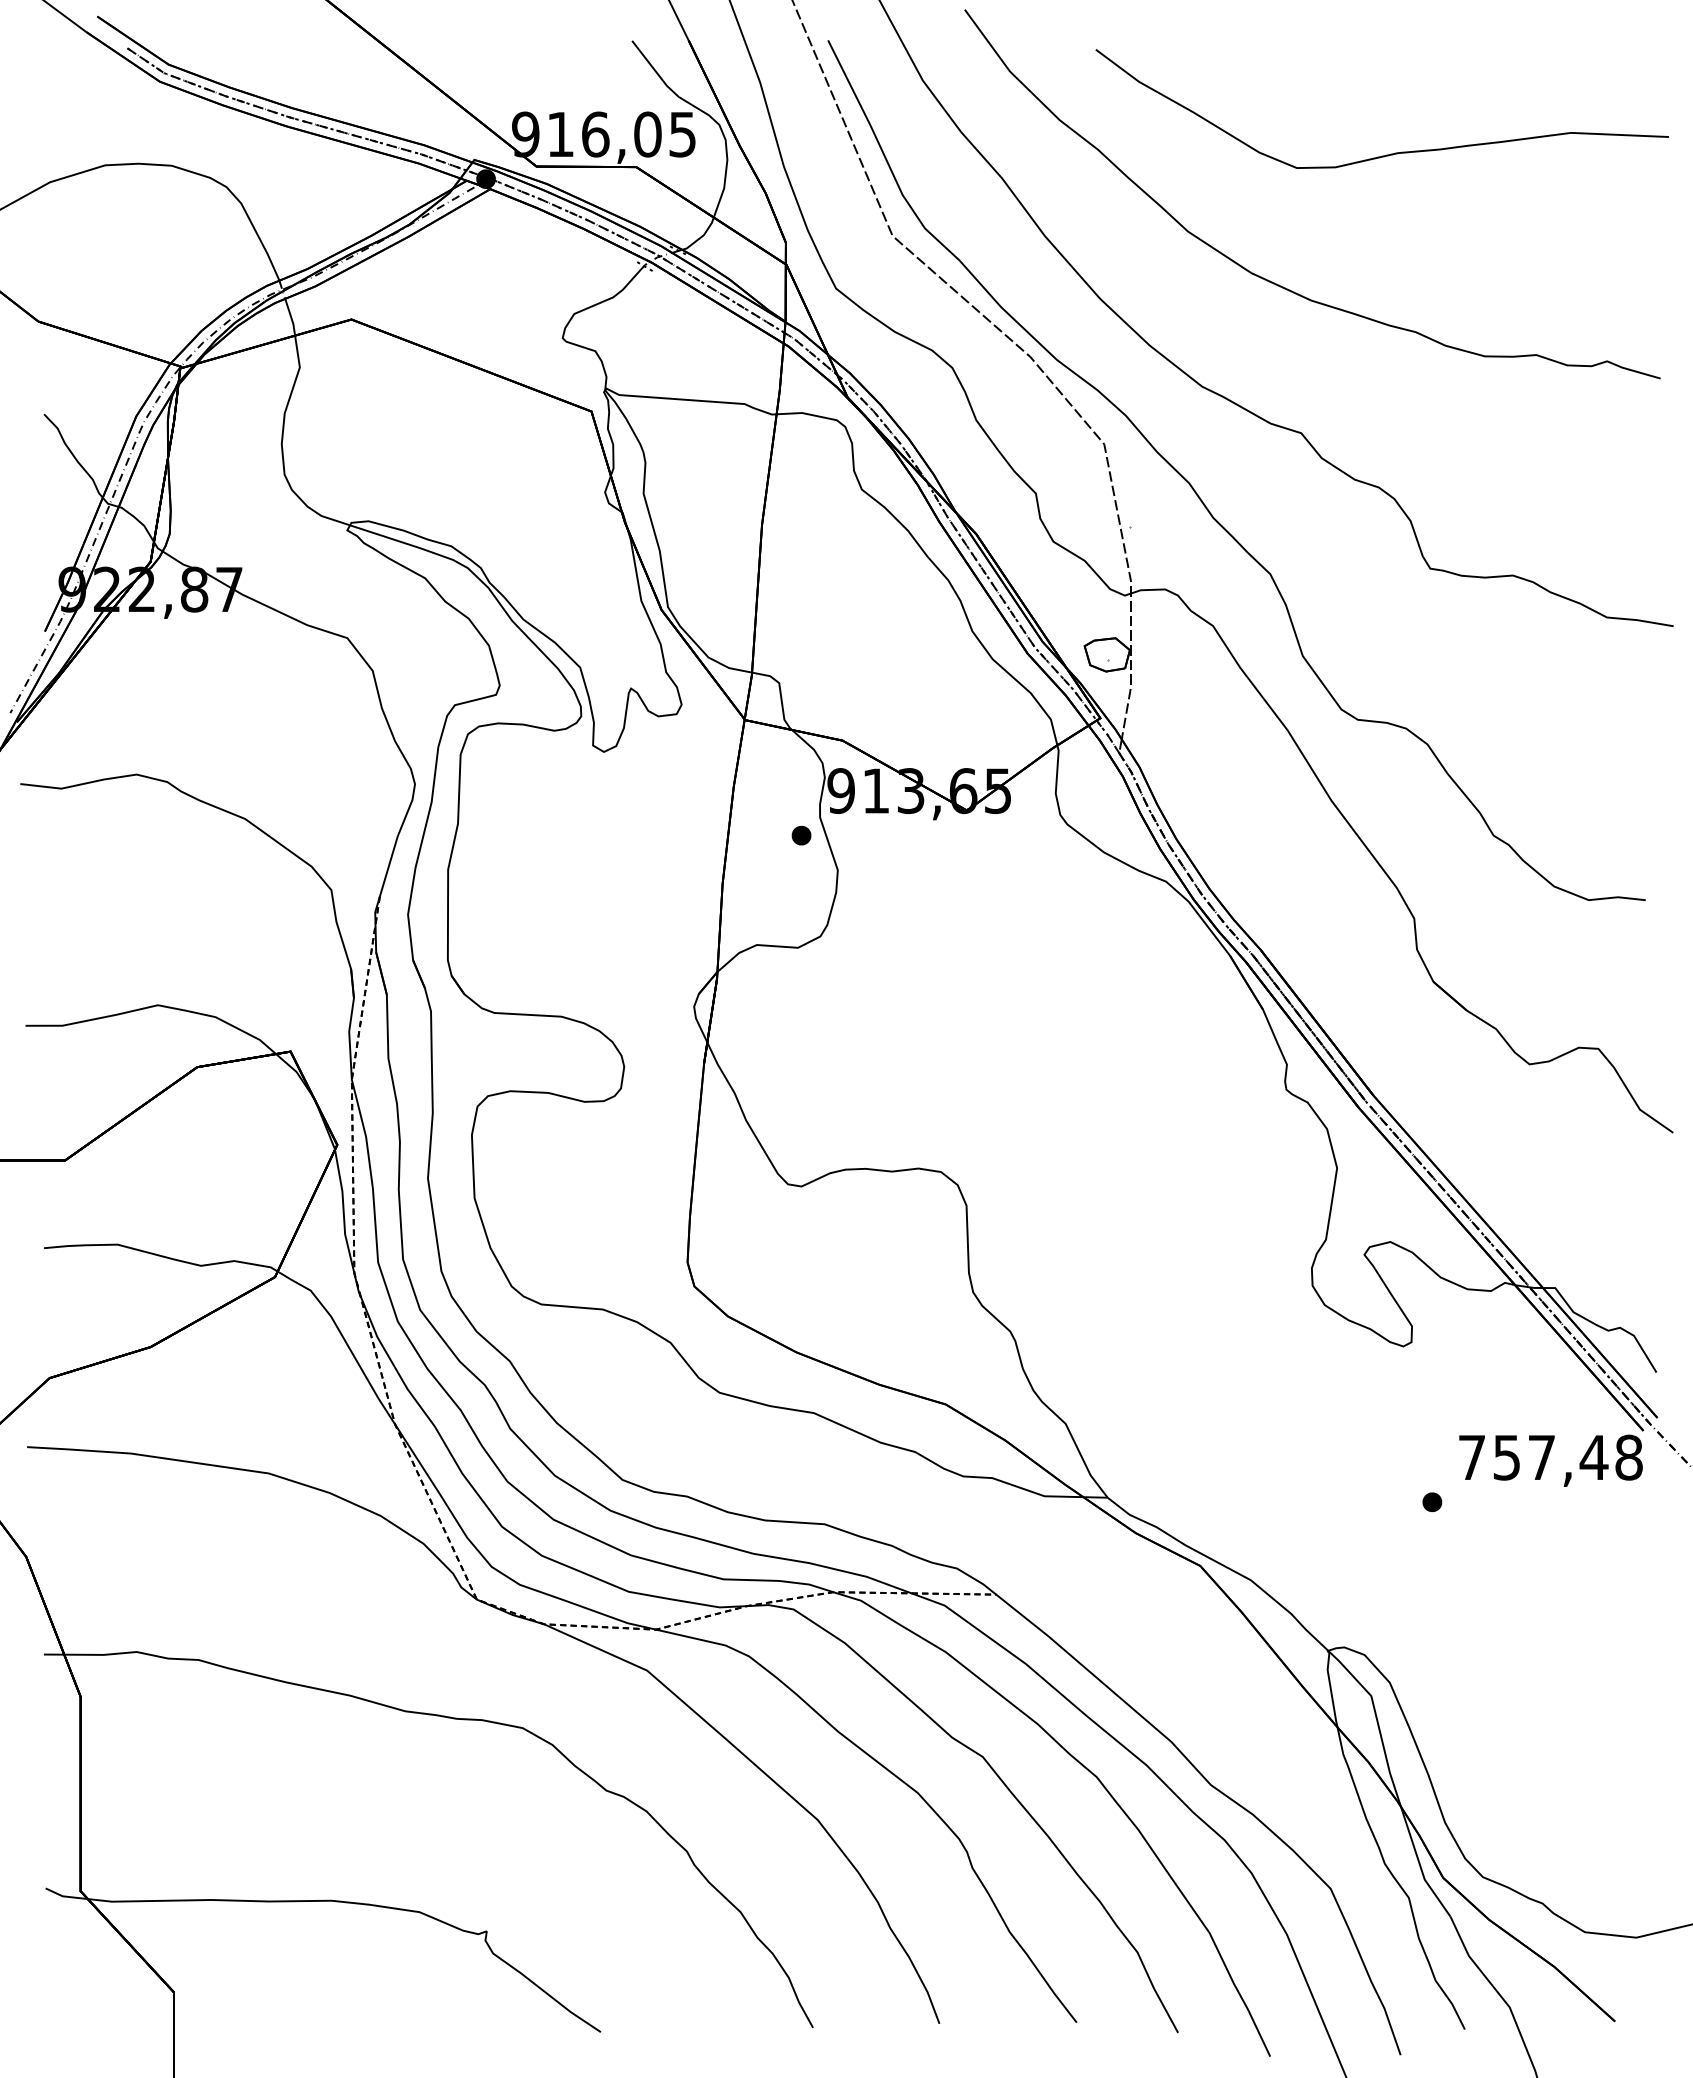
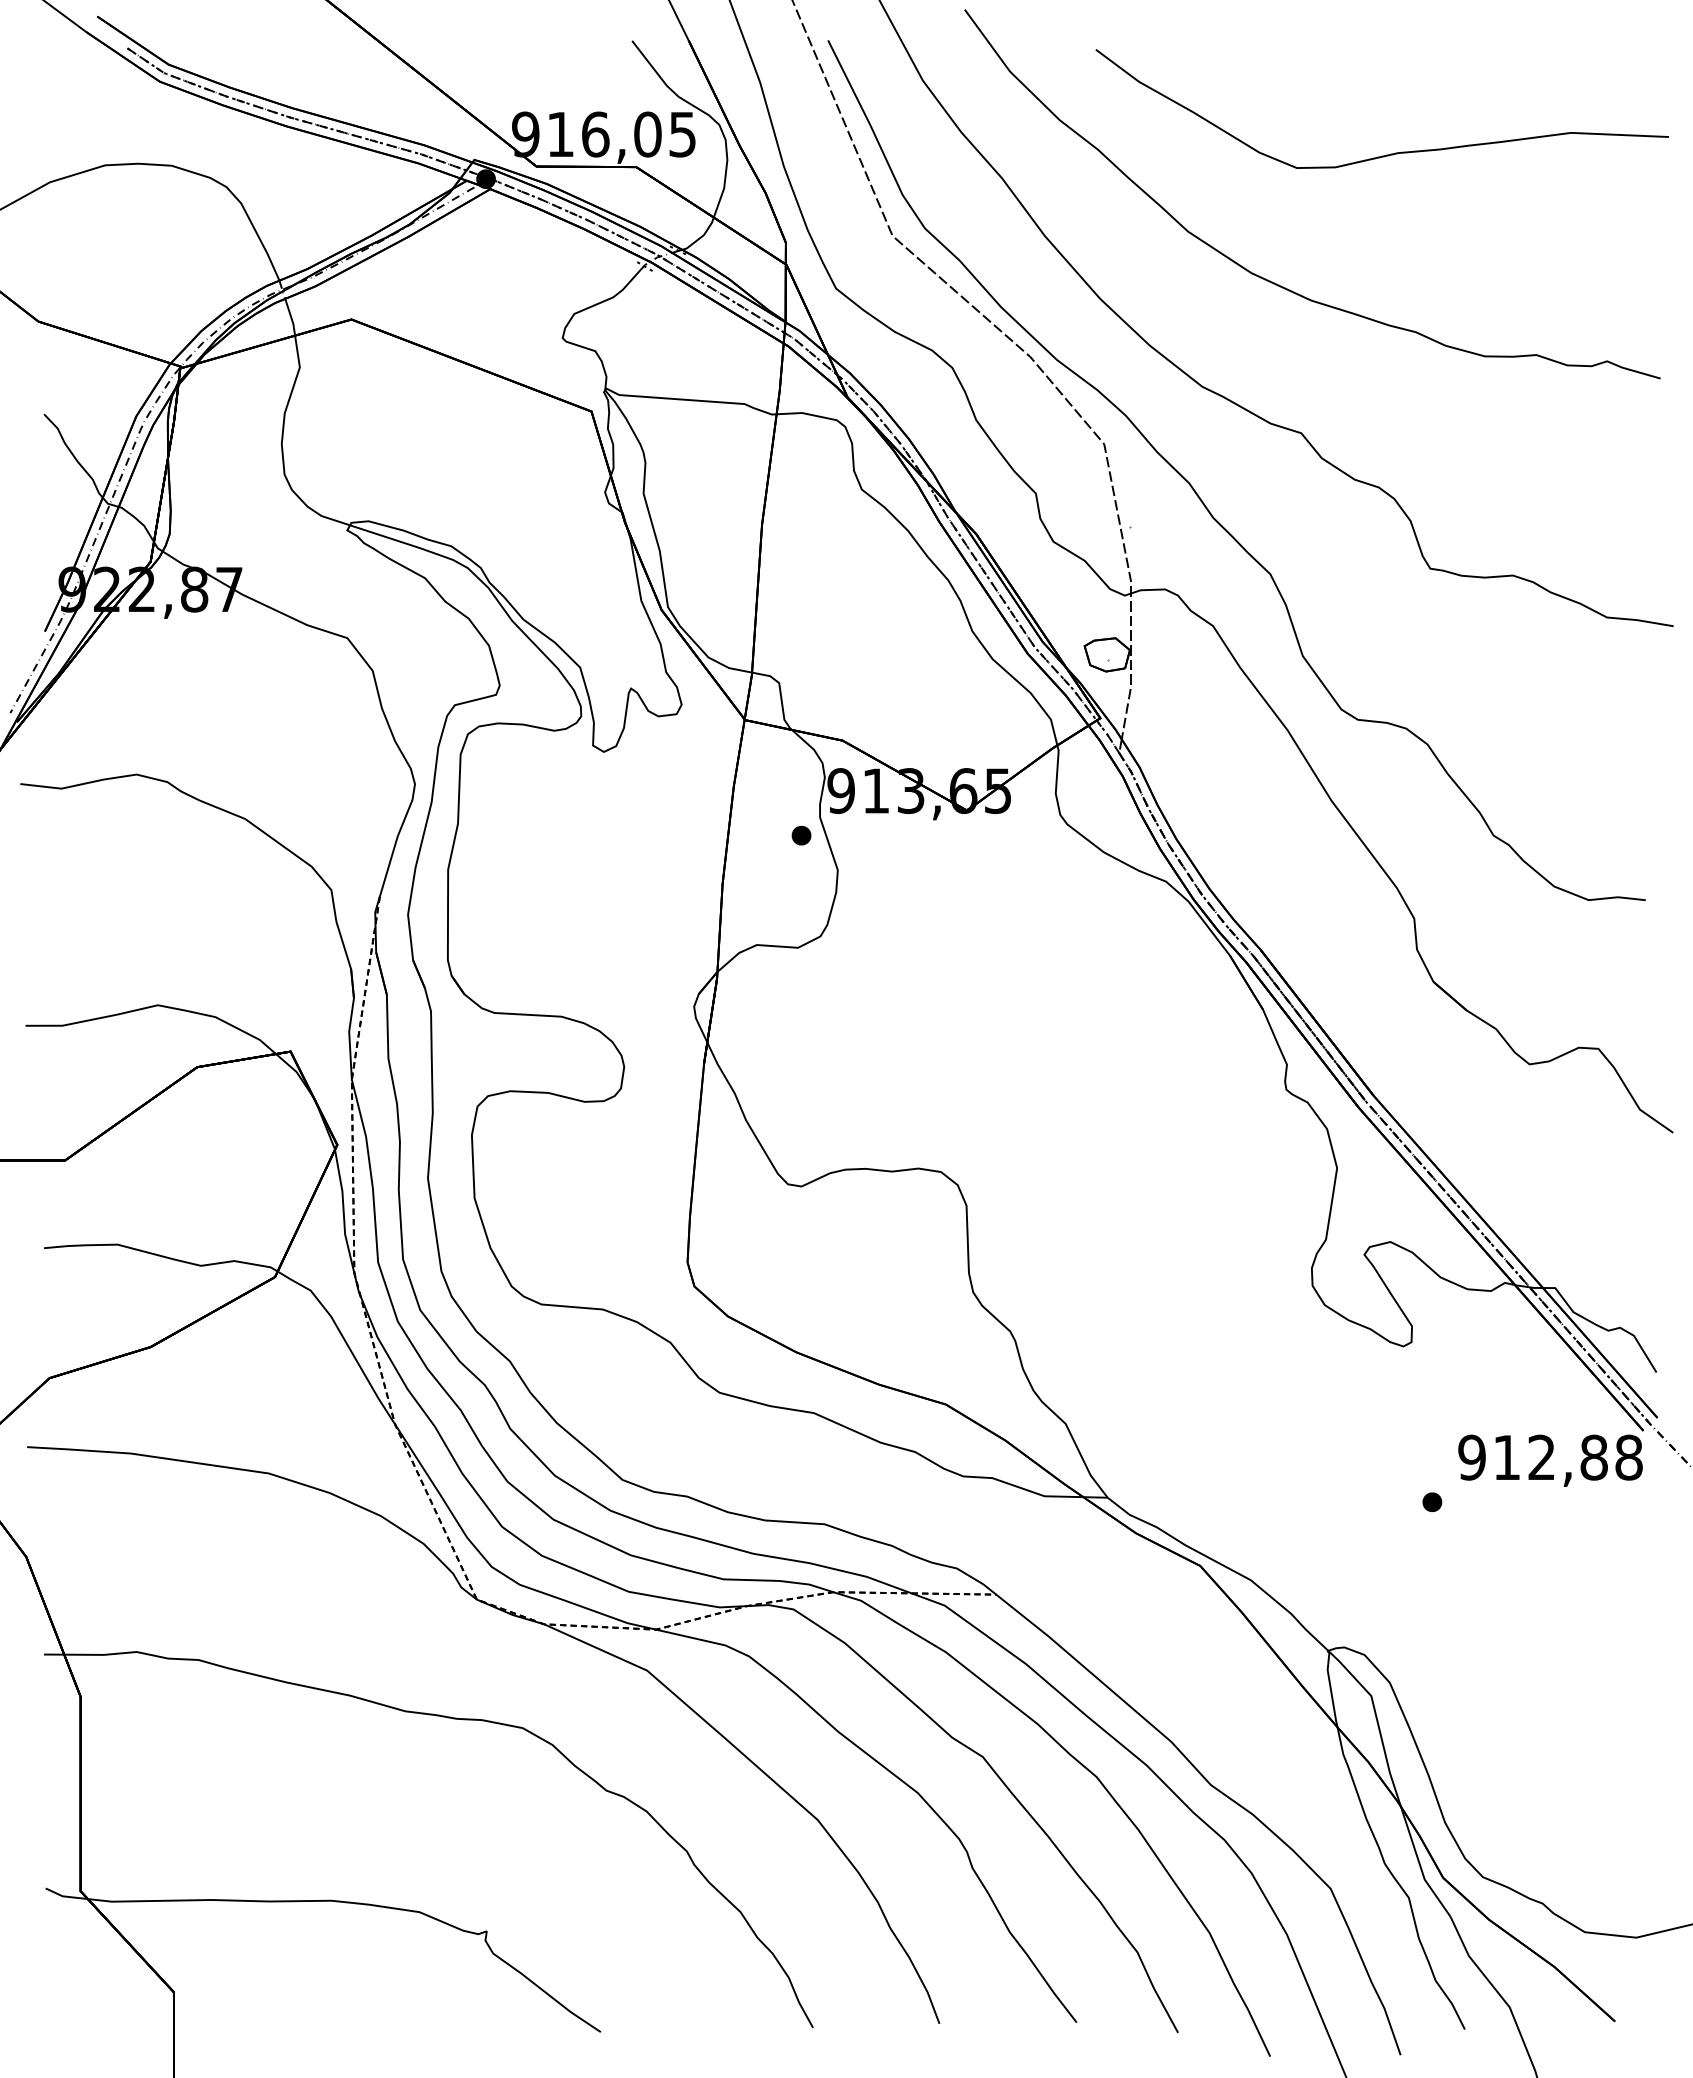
text at (1533, 1457): 757,48 -> 912,88
